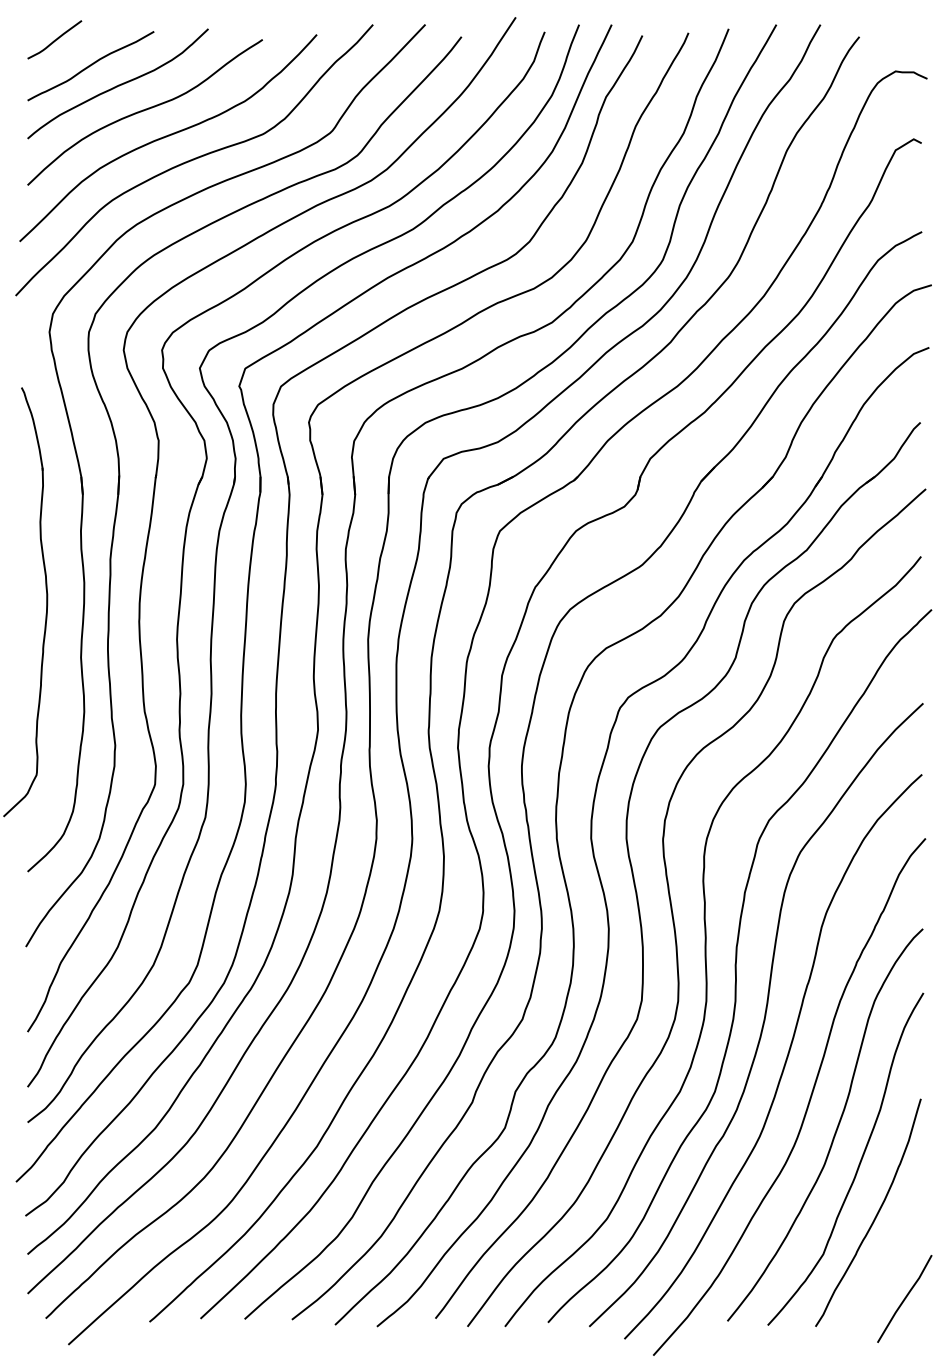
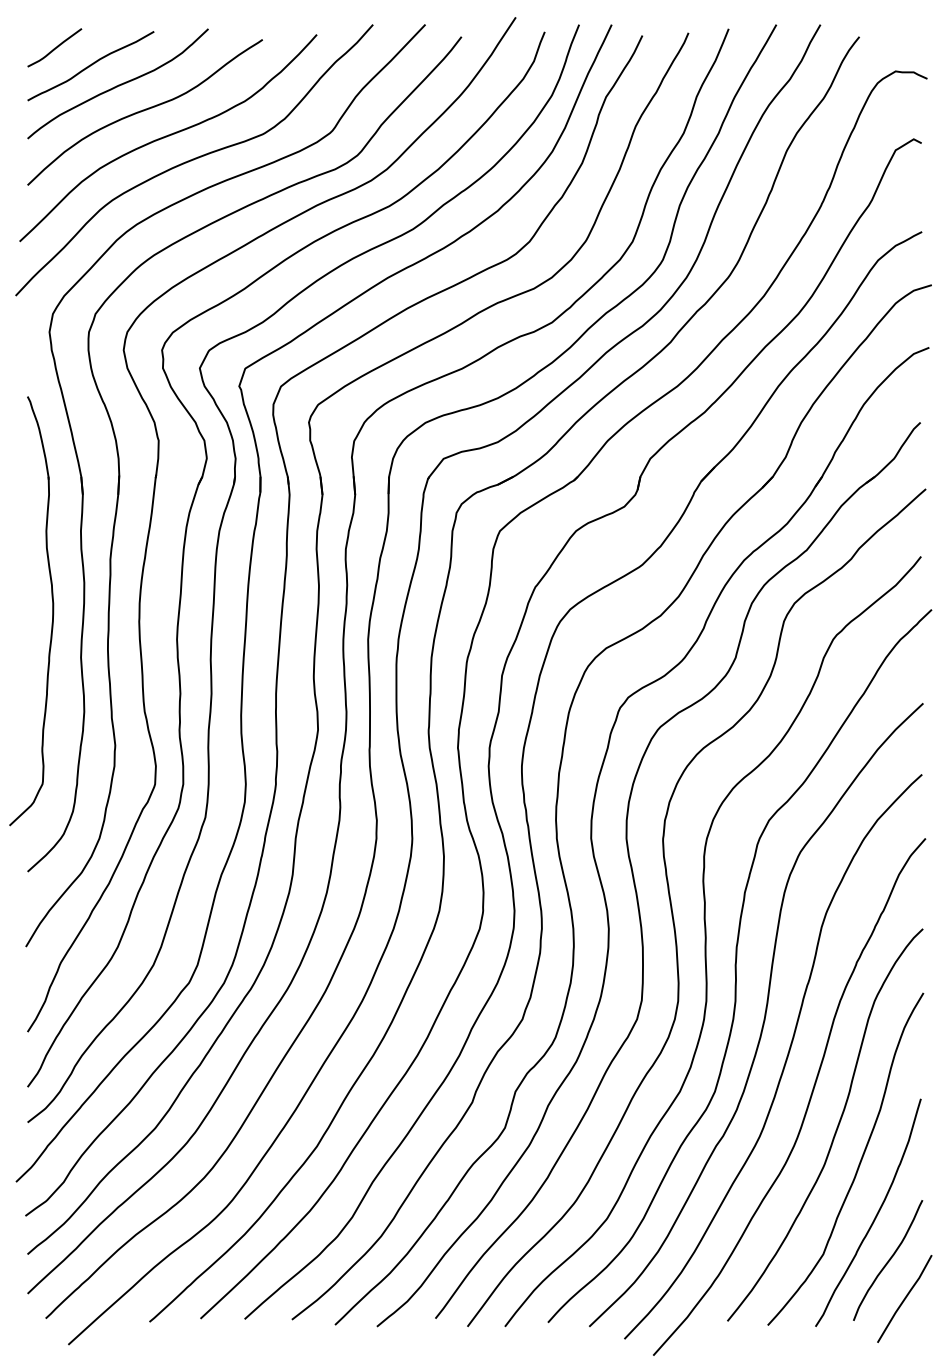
curve at (55, 39) position: (55, 39) -> (55, 47)
part at (46, 602) position: (46, 602) -> (52, 611)
curve at (888, 1260): none -> present
